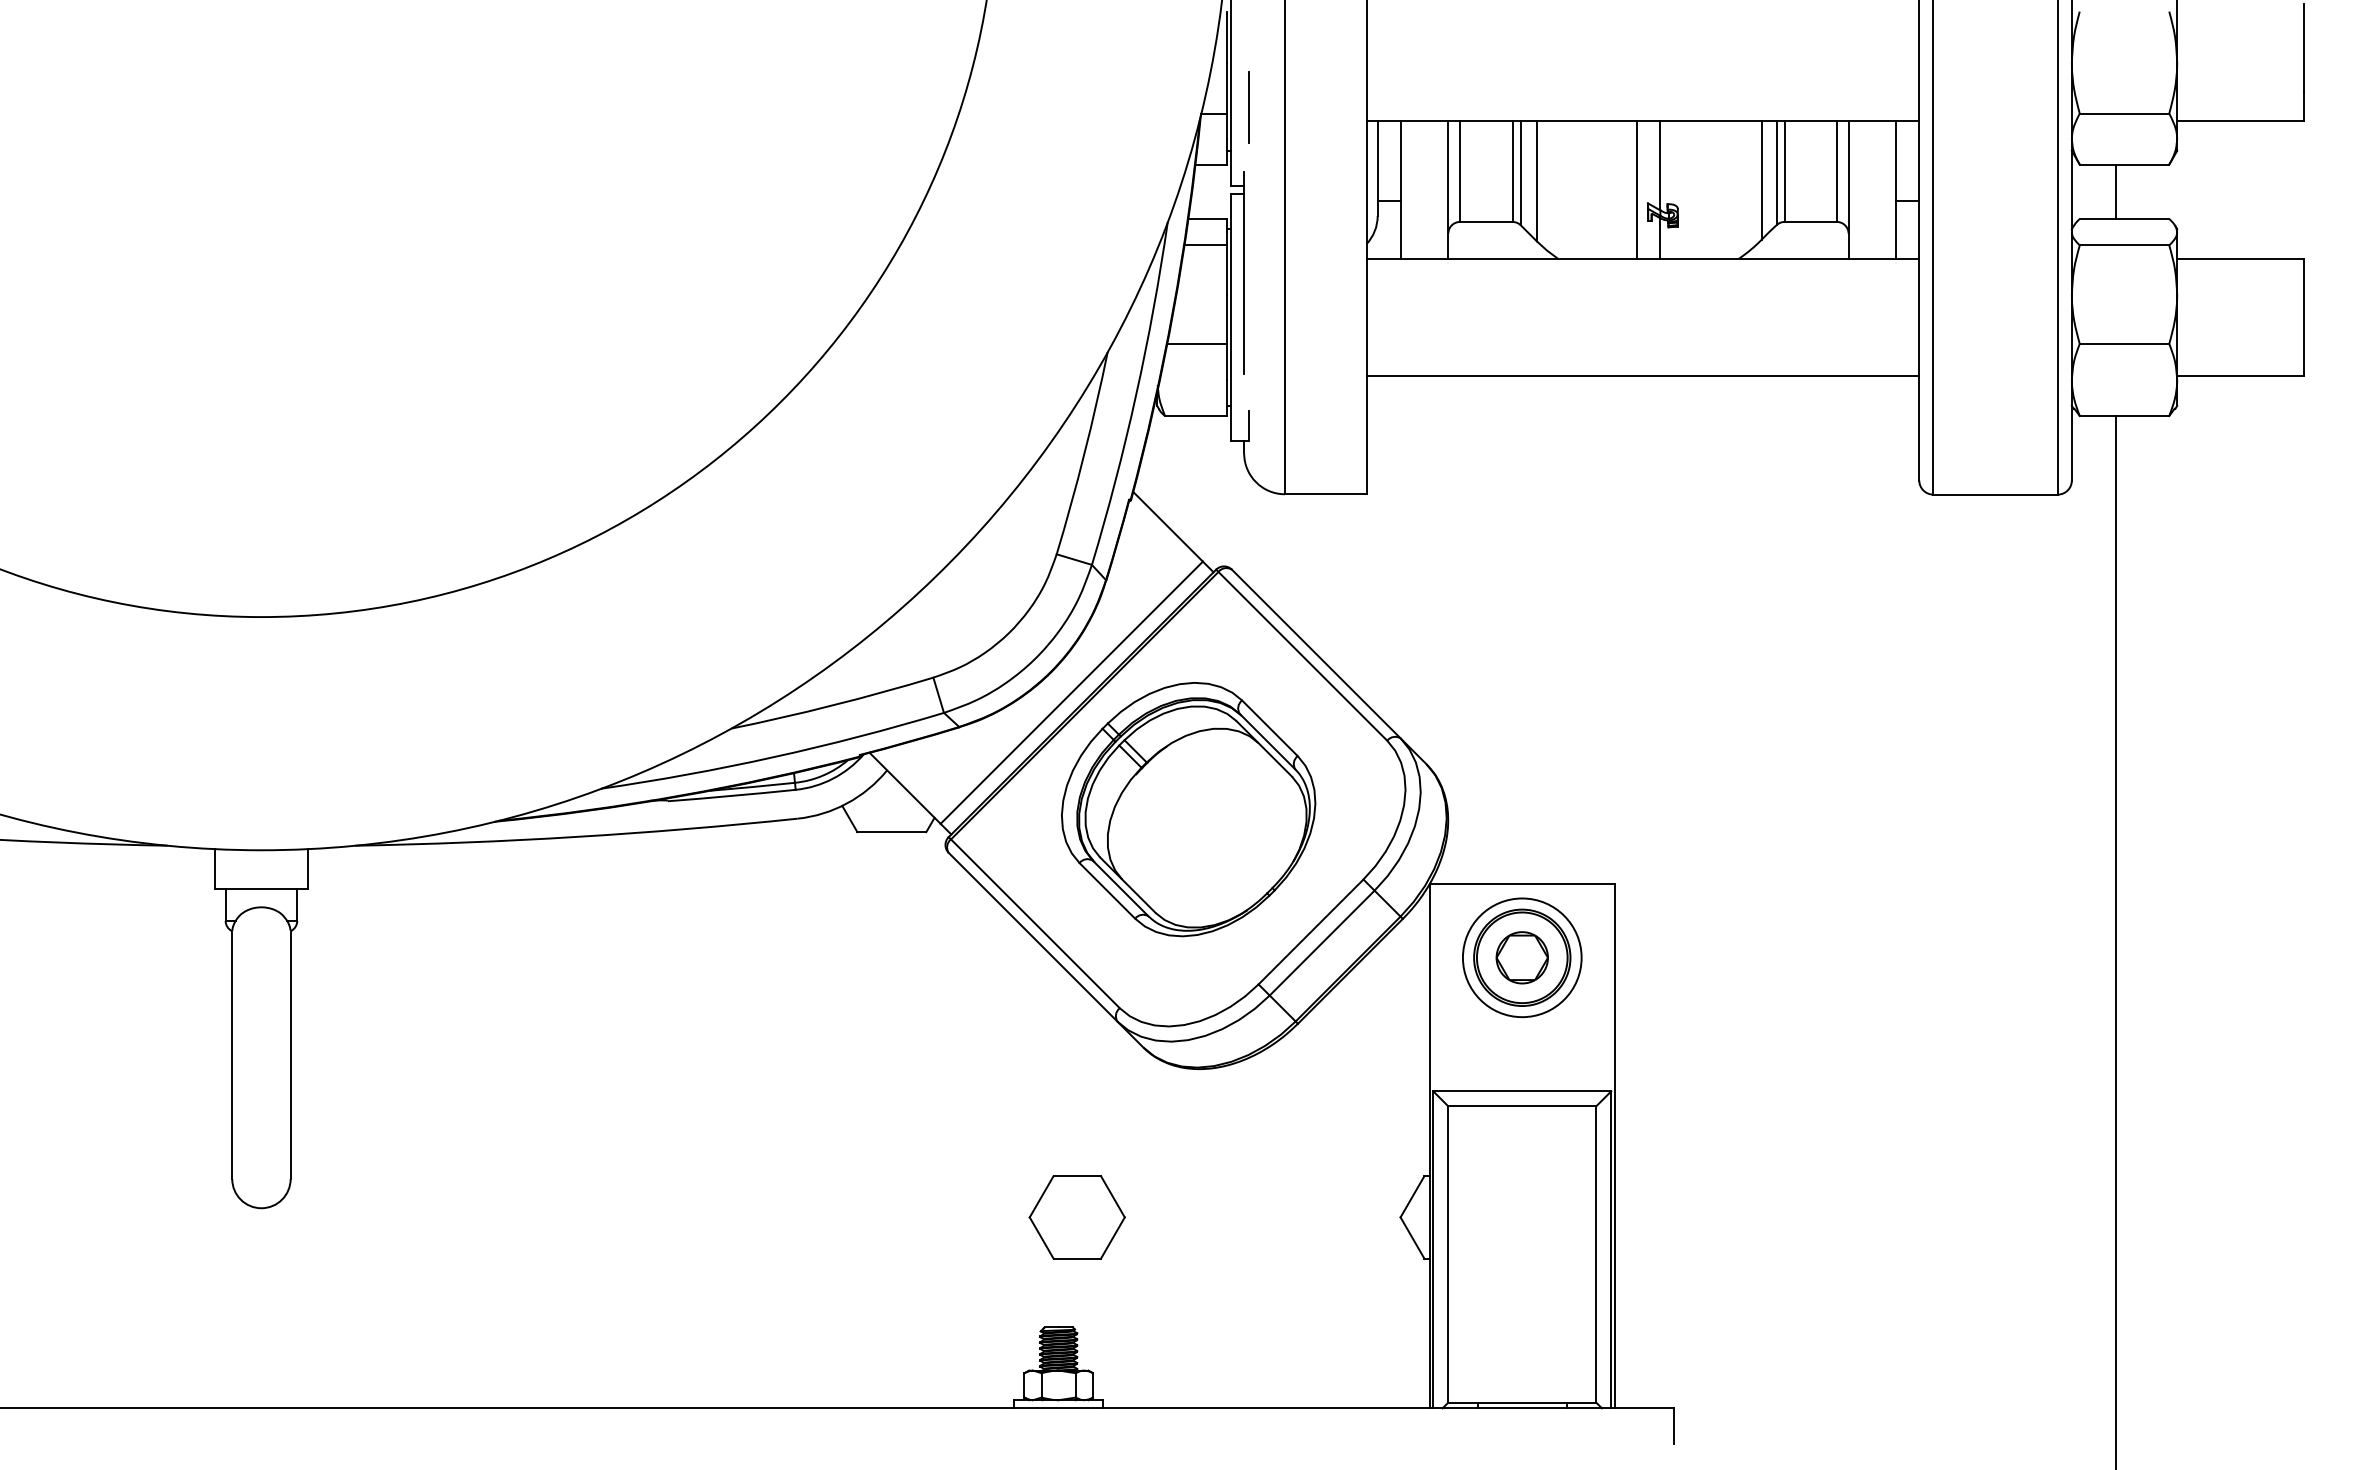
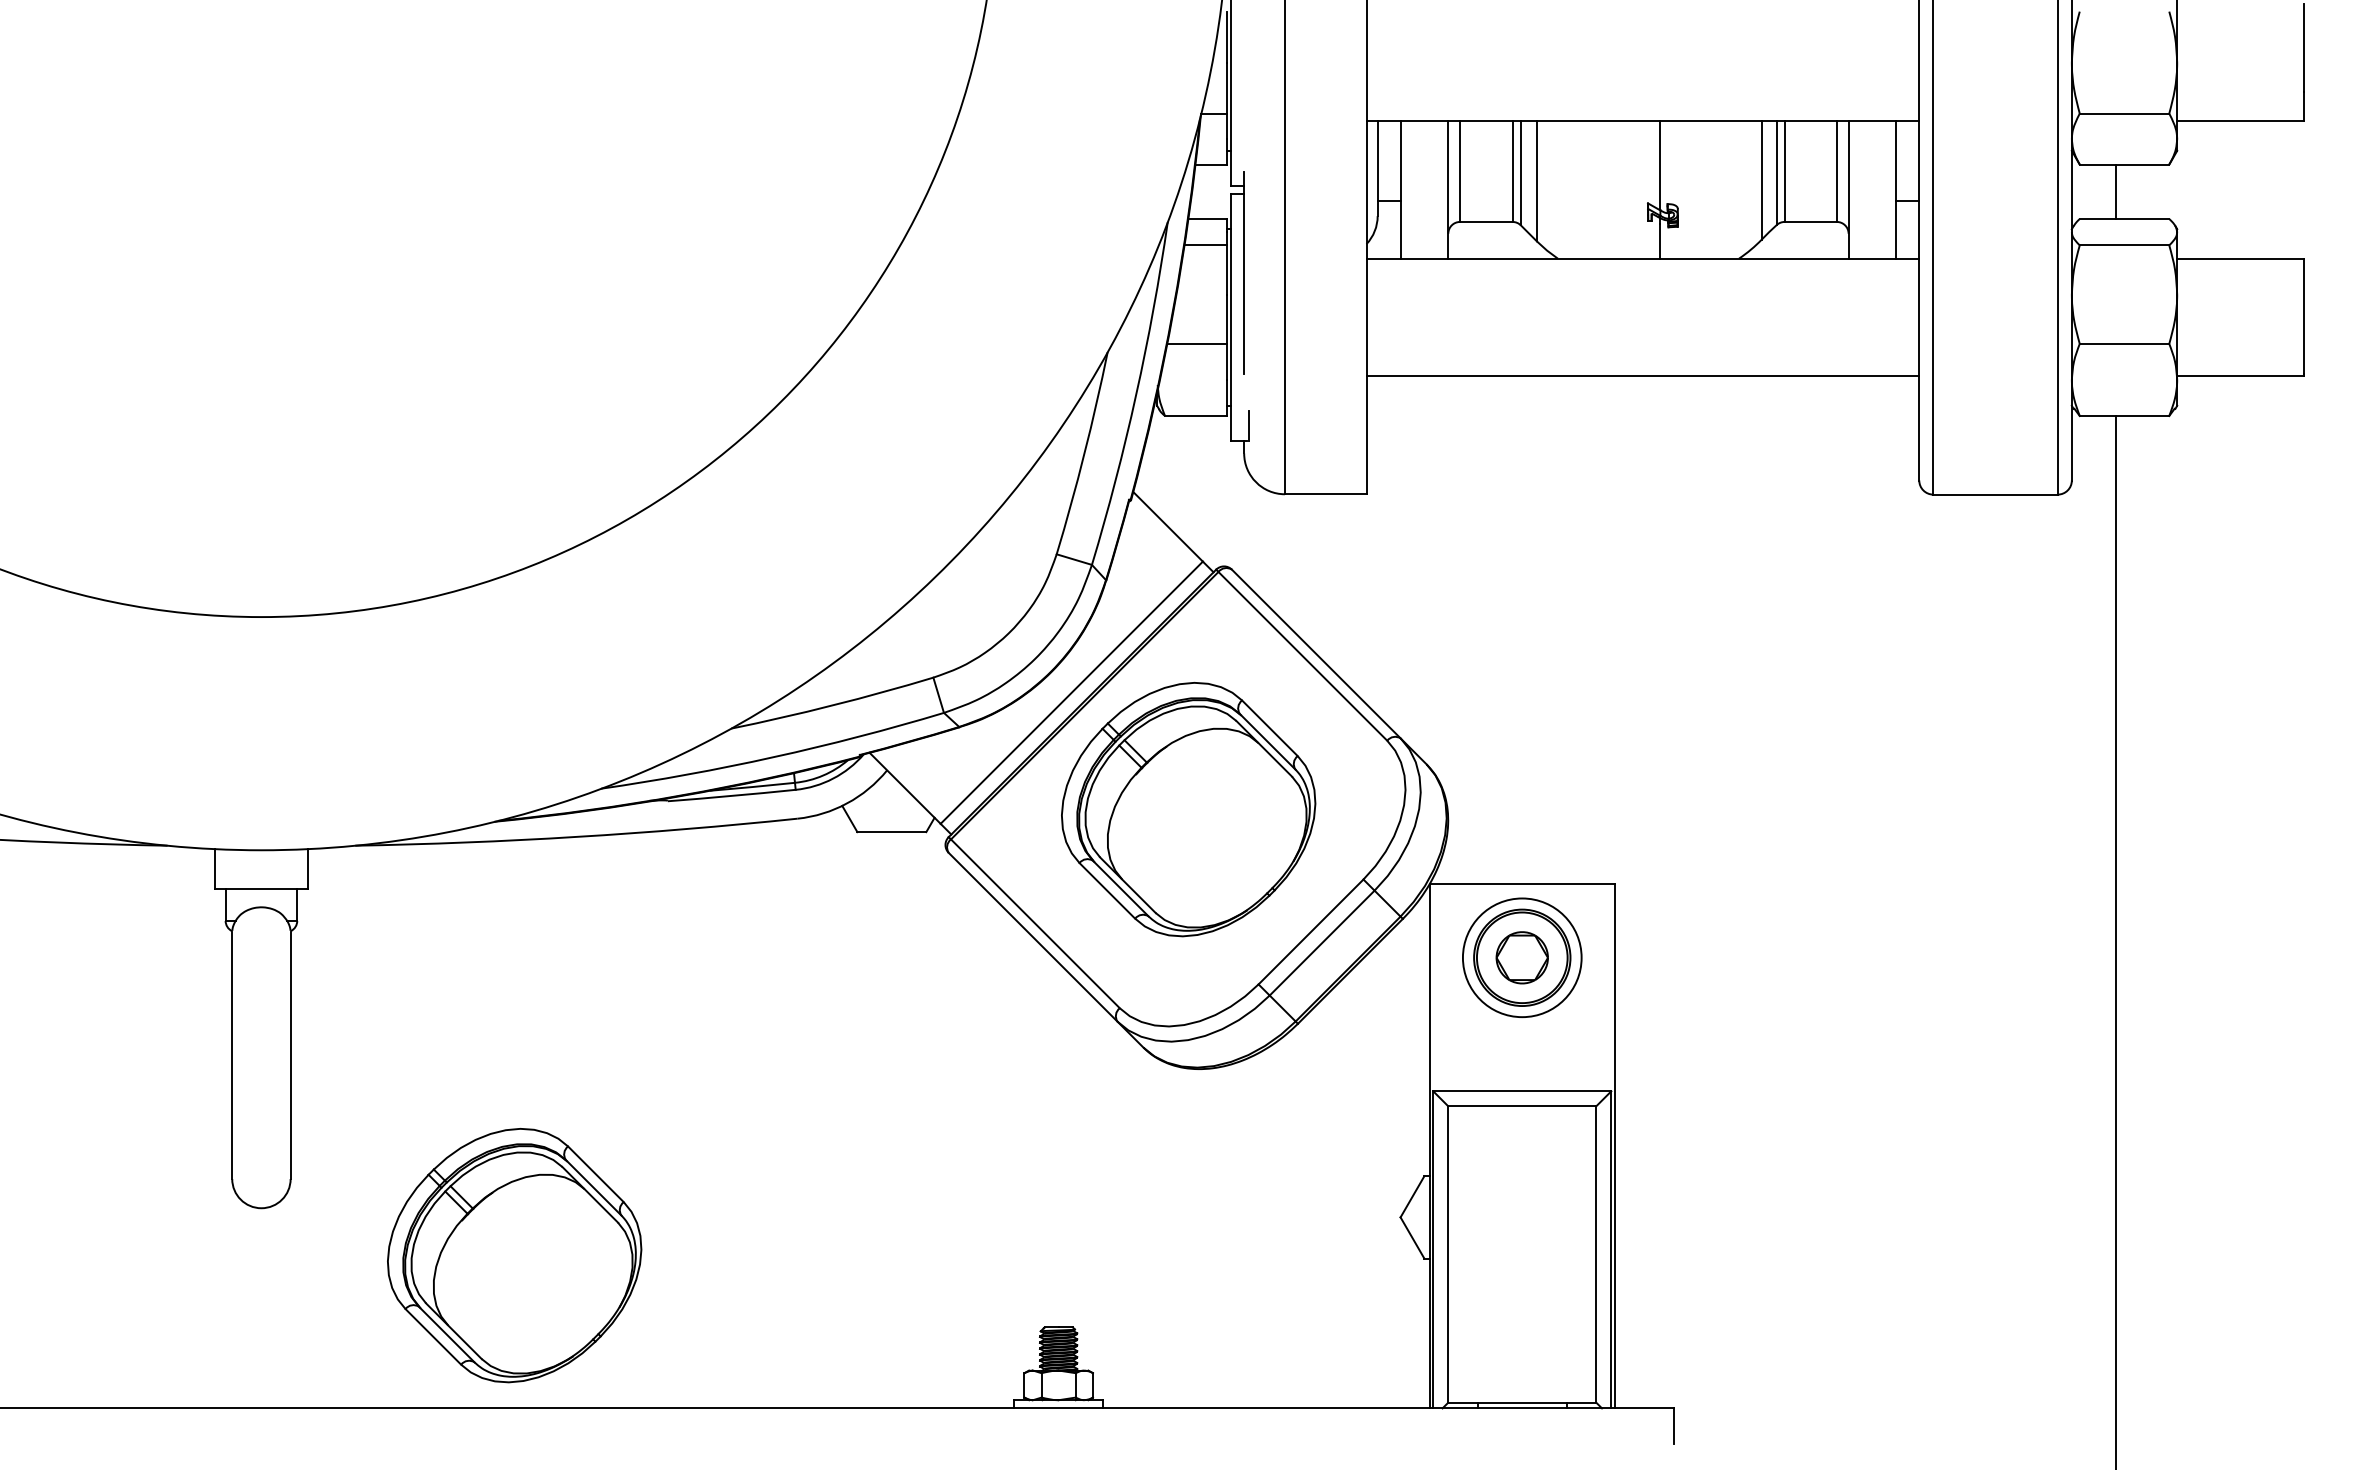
line at (1248, 107): present -> none
line at (1636, 189): present -> none
part at (1076, 1217): present -> none
part at (514, 1255): none -> present
